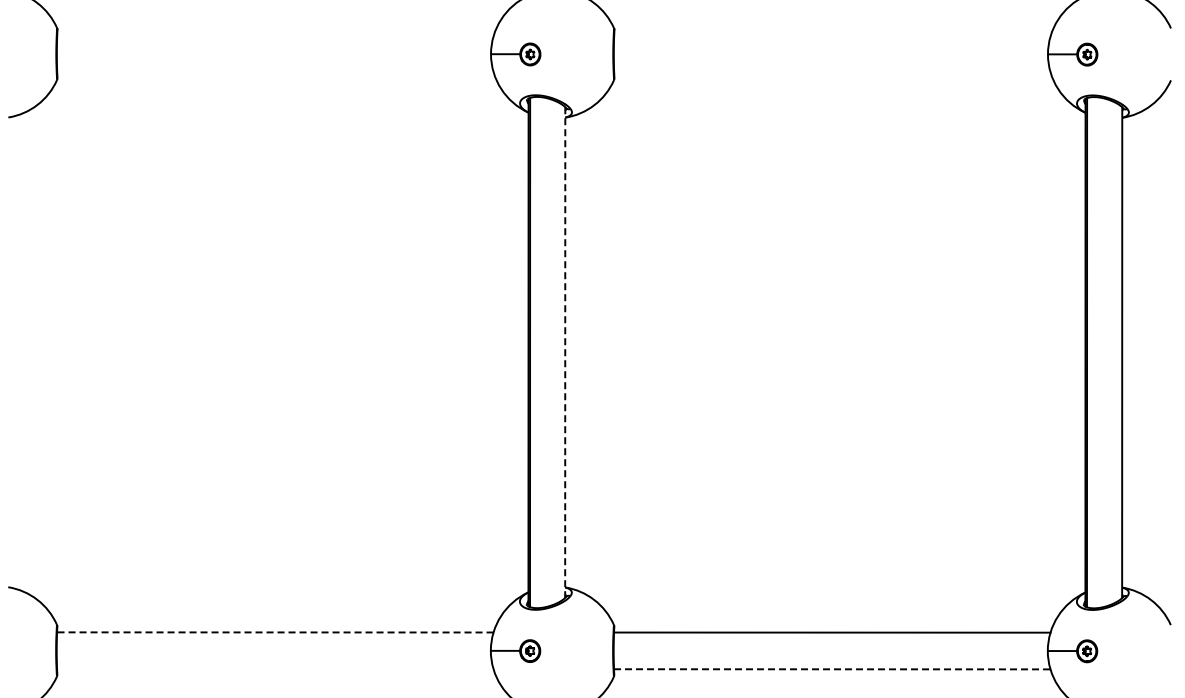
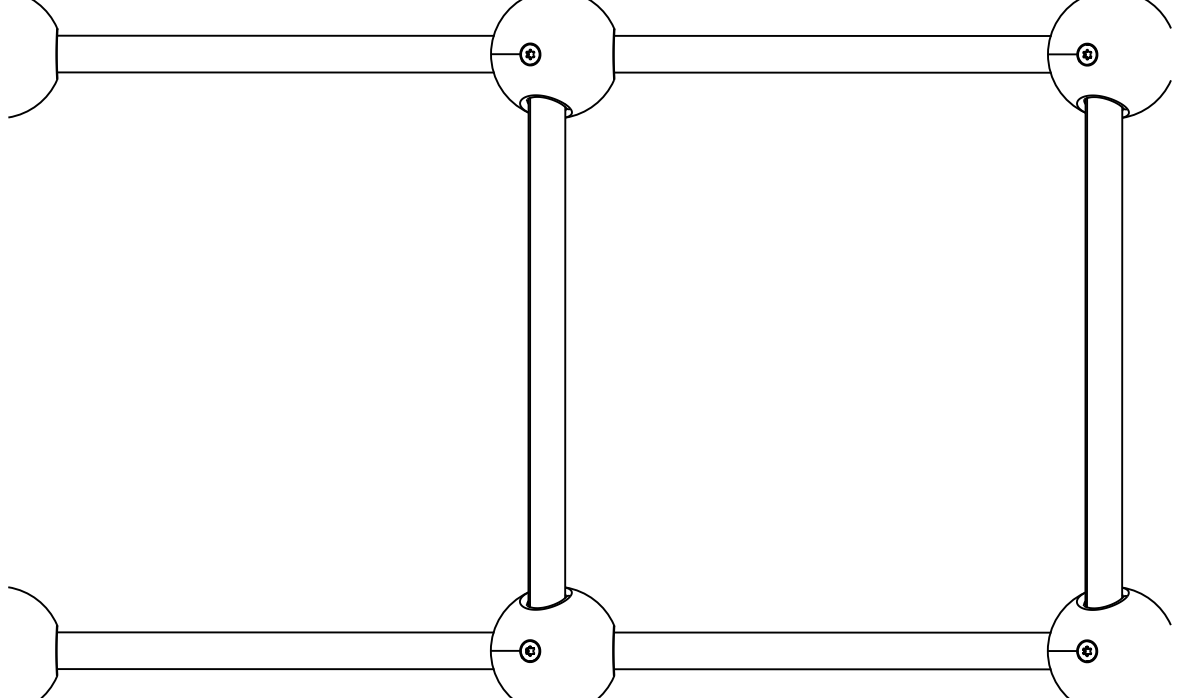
line at (275, 35): none -> present
line at (832, 35): none -> present
line at (275, 72): none -> present
line at (832, 72): none -> present
line at (565, 353): dashed -> solid
line at (274, 632): dashed -> solid
line at (275, 669): none -> present
line at (832, 669): dashed -> solid
